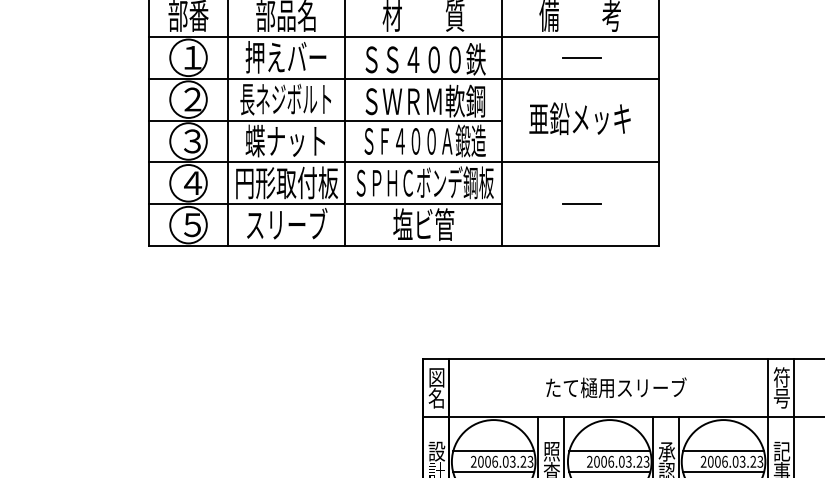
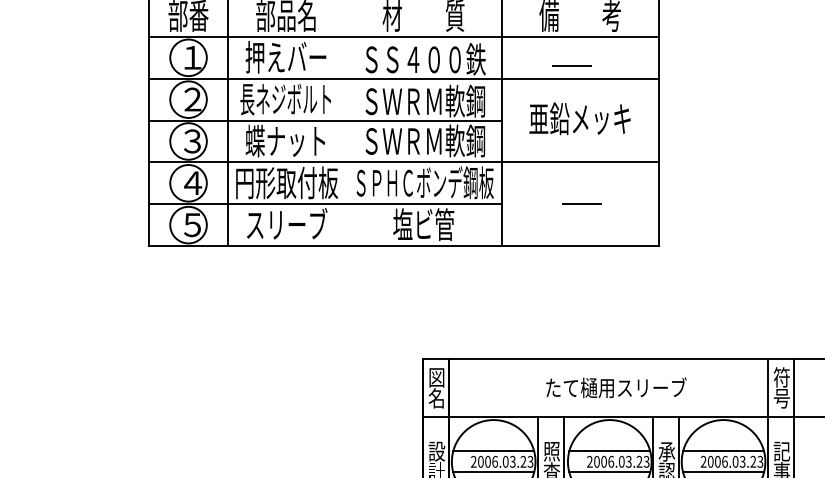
line at (581, 57) position: (581, 57) -> (571, 65)
line at (345, 124): present -> none
text at (424, 140): ＳＦ４００Ａ鍛造 -> ＳＷＲＭ軟鋼
